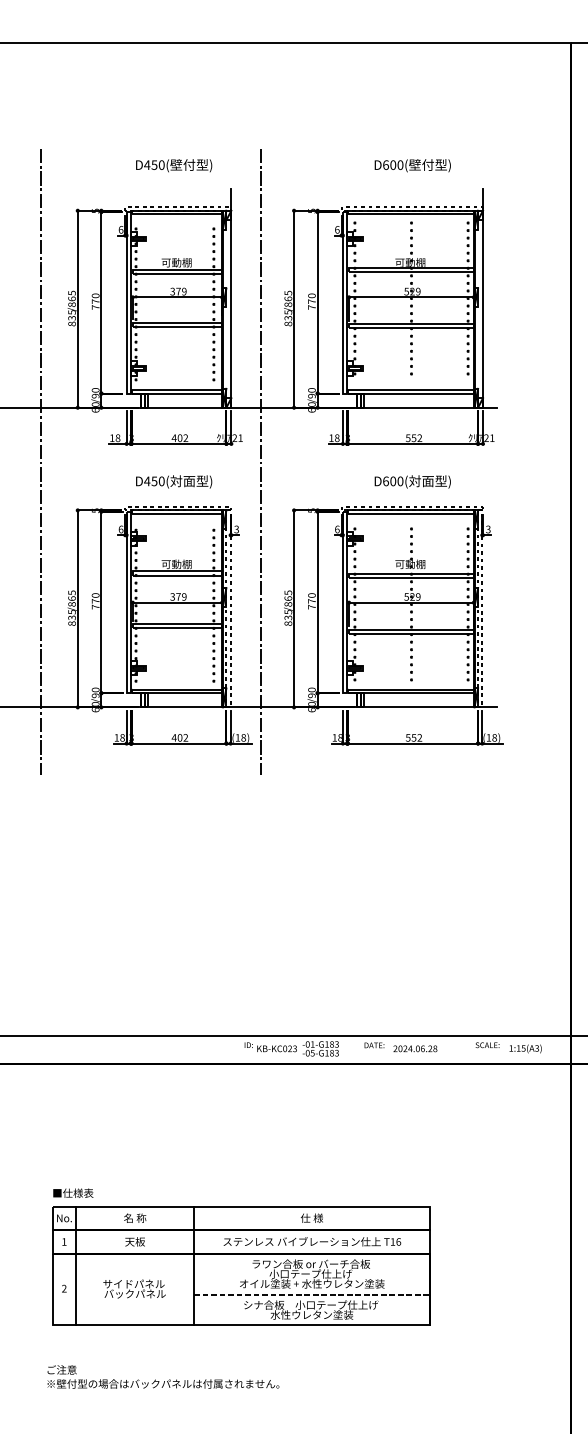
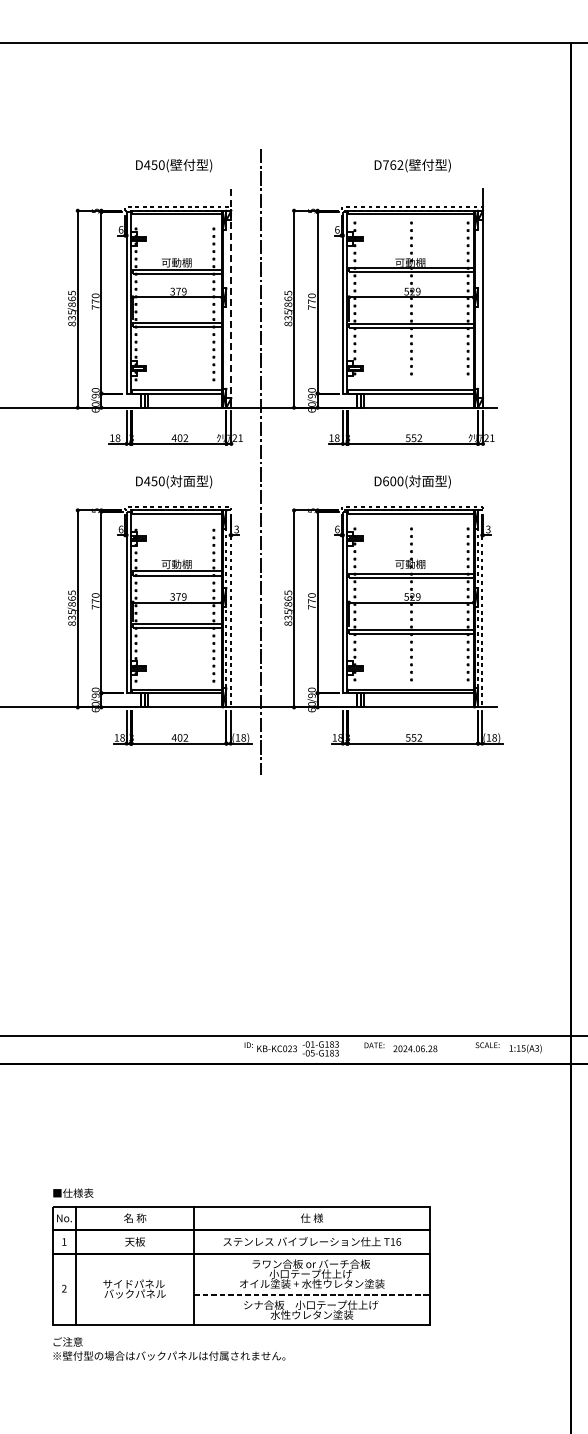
text at (393, 164): D600( -> D762(
line at (231, 298): solid -> dashed
line at (41, 461): present -> none
text at (163, 1376) position: (163, 1376) -> (169, 1348)
